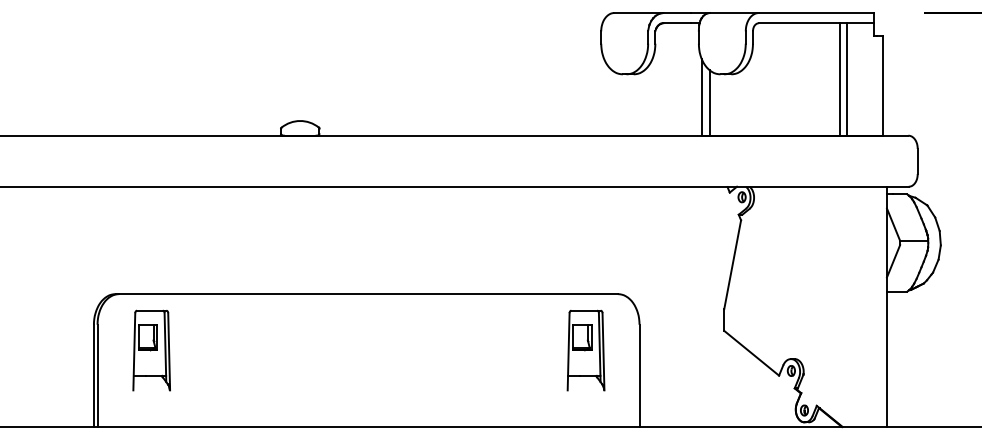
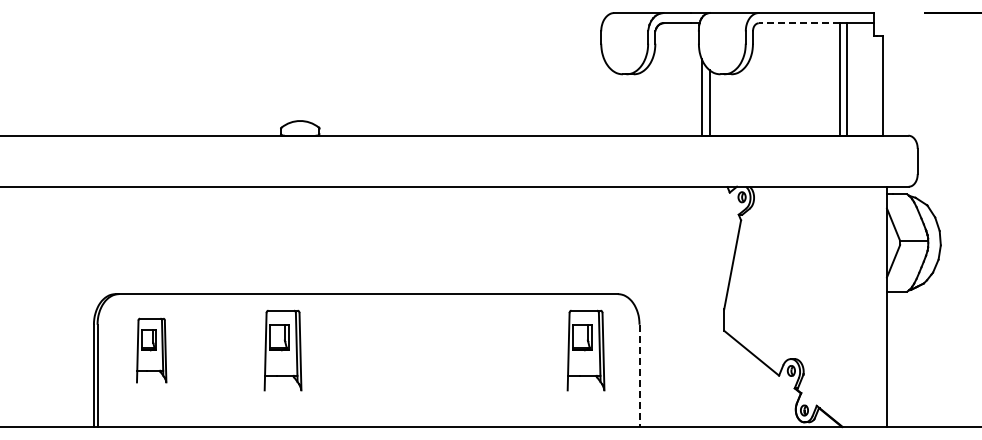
line at (798, 23): solid -> dashed
part at (151, 350) size: 39x83 px -> 32x67 px
part at (282, 350): none -> present
line at (639, 376): solid -> dashed
